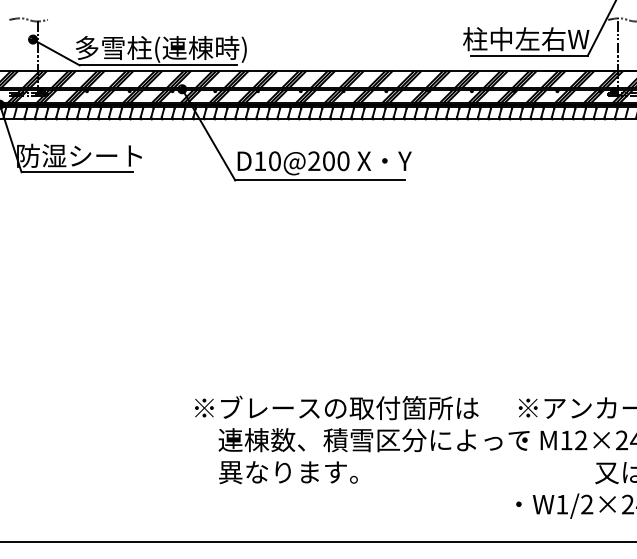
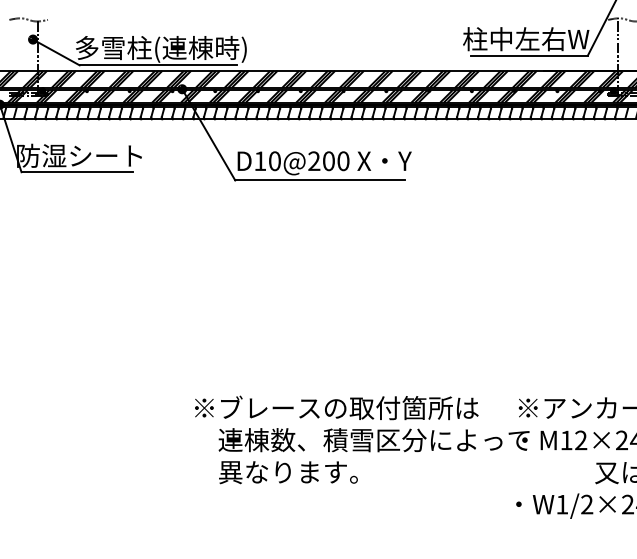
line at (317, 542): present -> none
